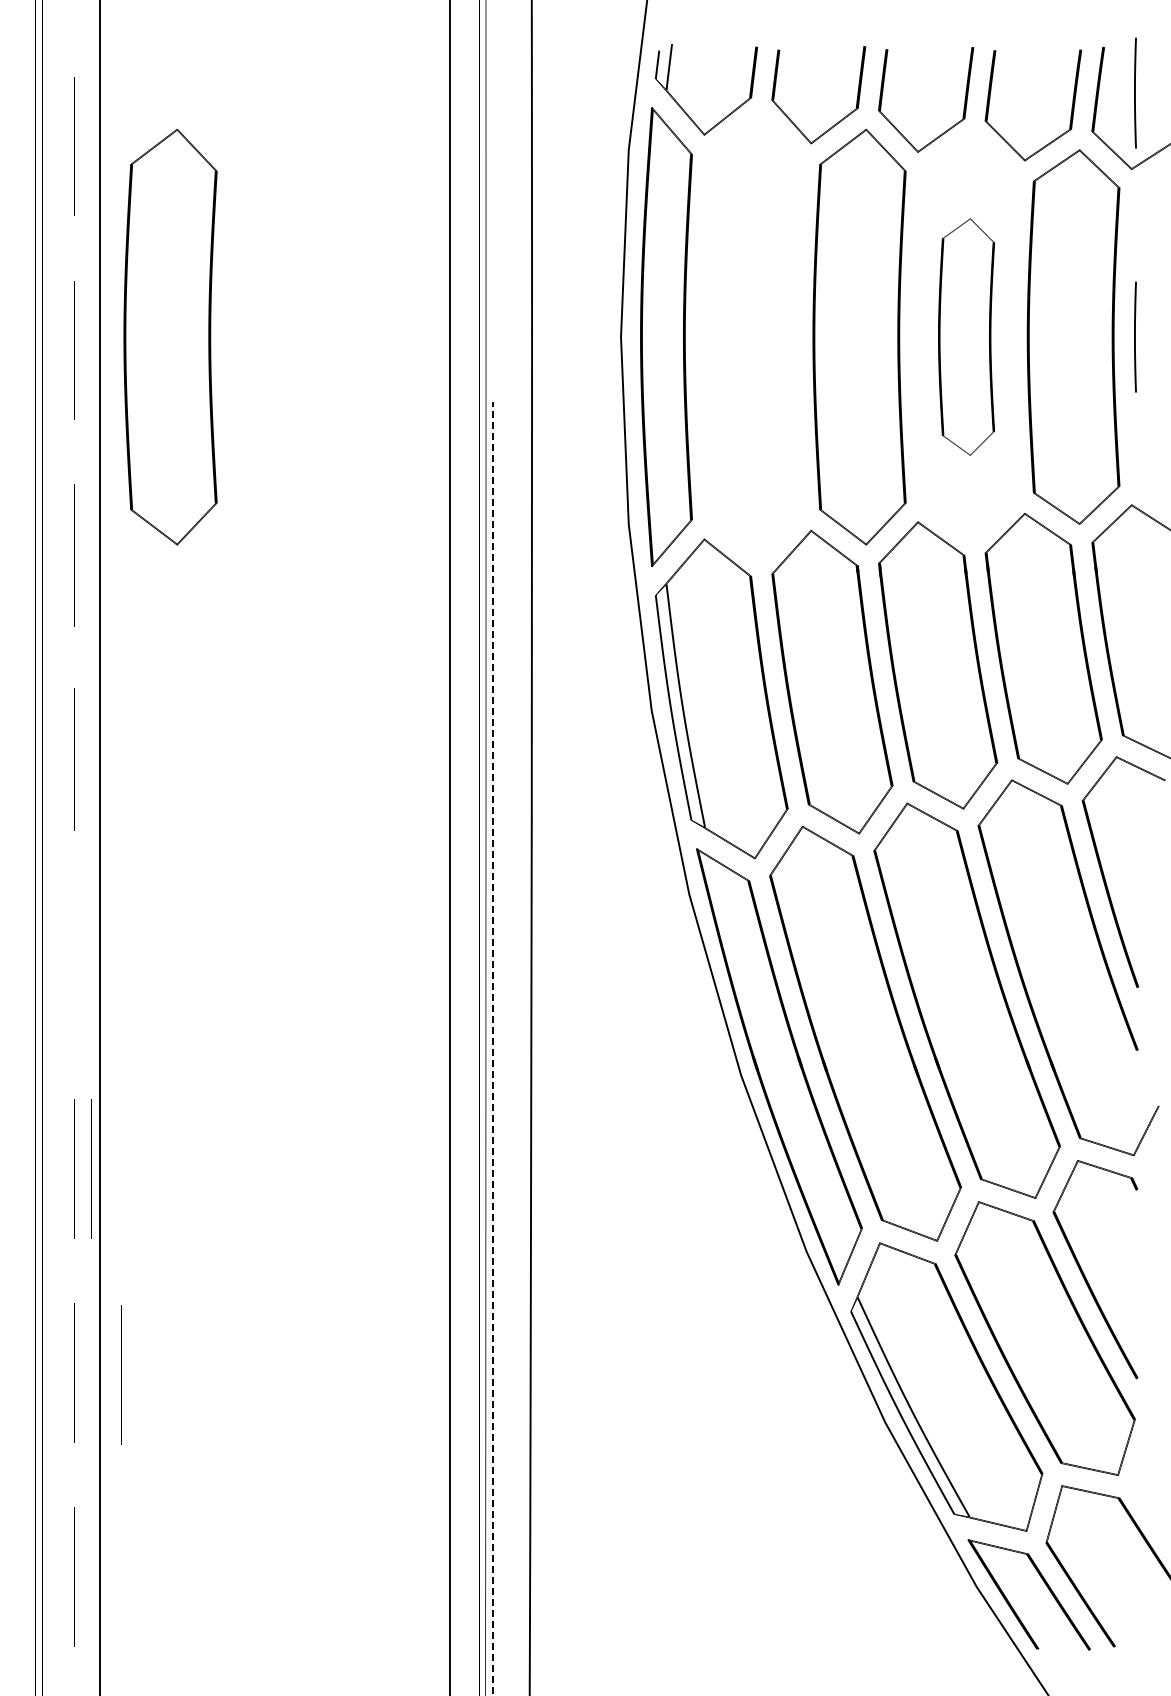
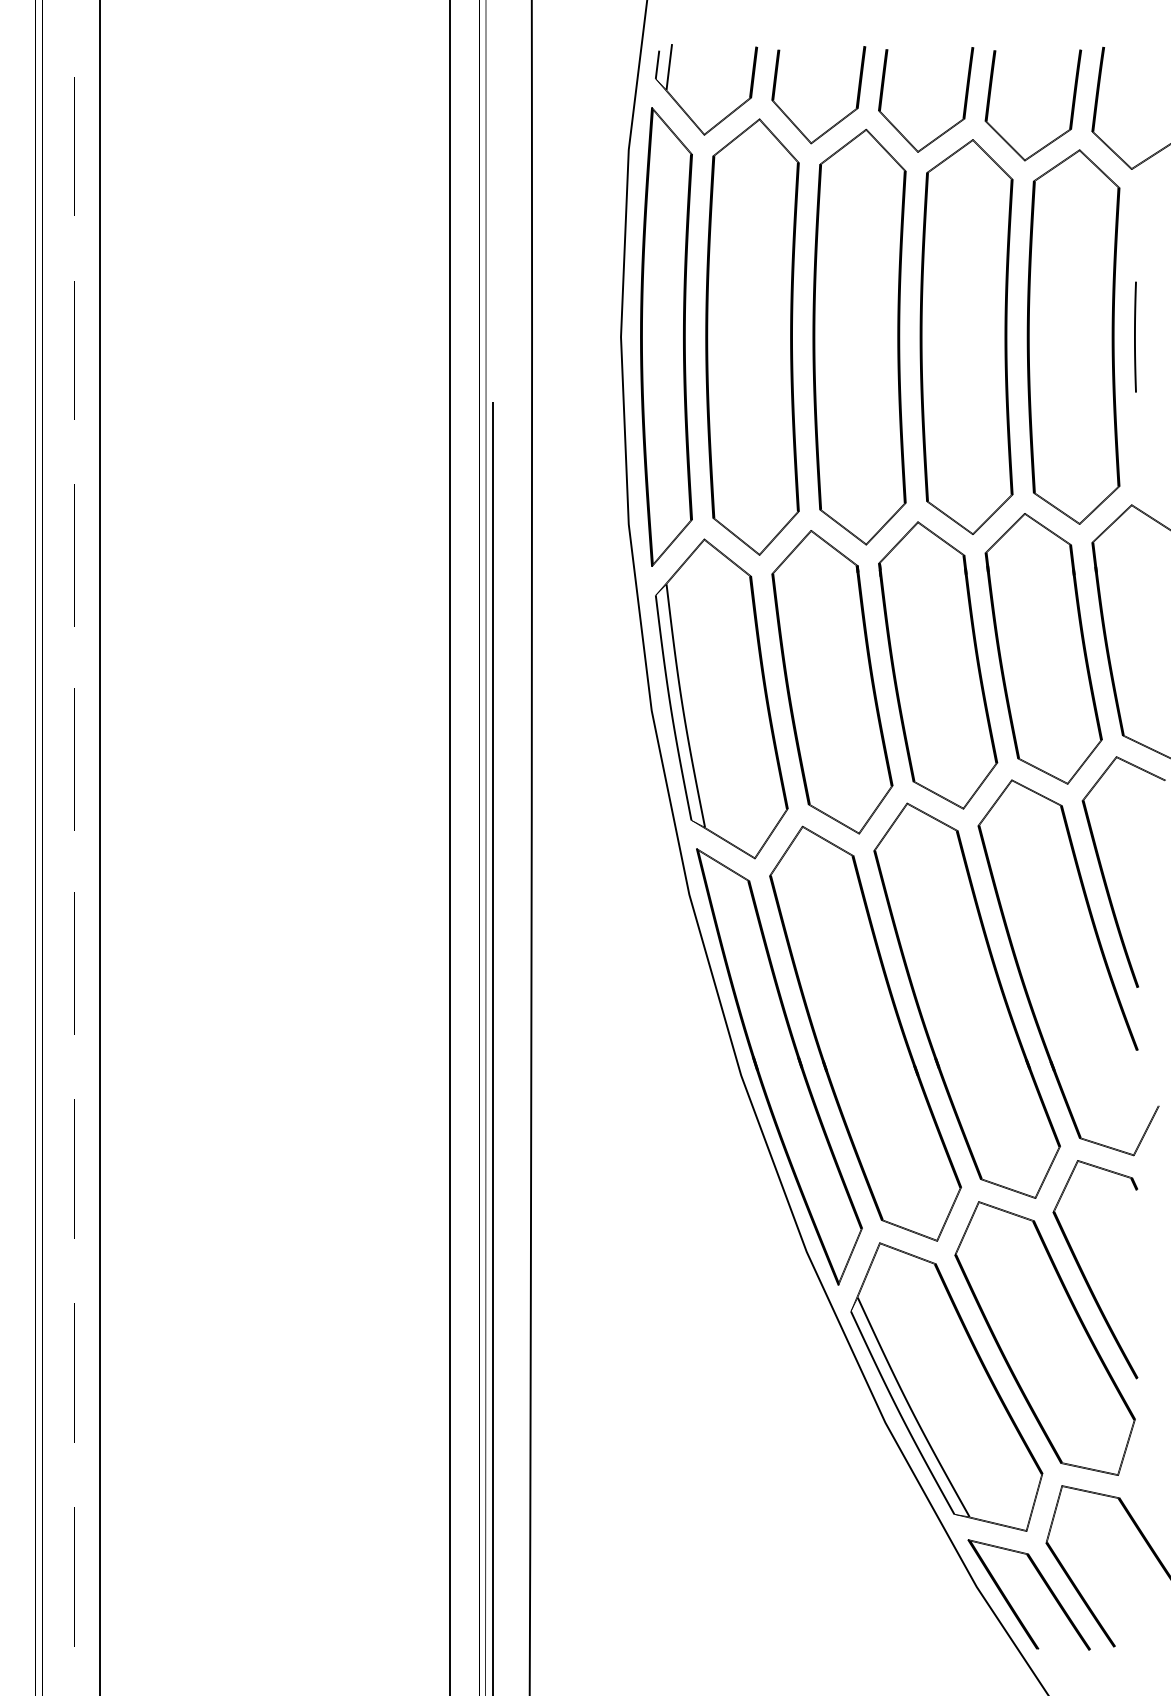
line at (1135, 92): present -> none
part at (752, 336): none -> present
part at (966, 336) size: 57x238 px -> 95x396 px
part at (170, 337): present -> none
line at (74, 963): none -> present
line at (493, 1048): dashed -> solid
line at (91, 1168): present -> none
line at (121, 1374): present -> none
